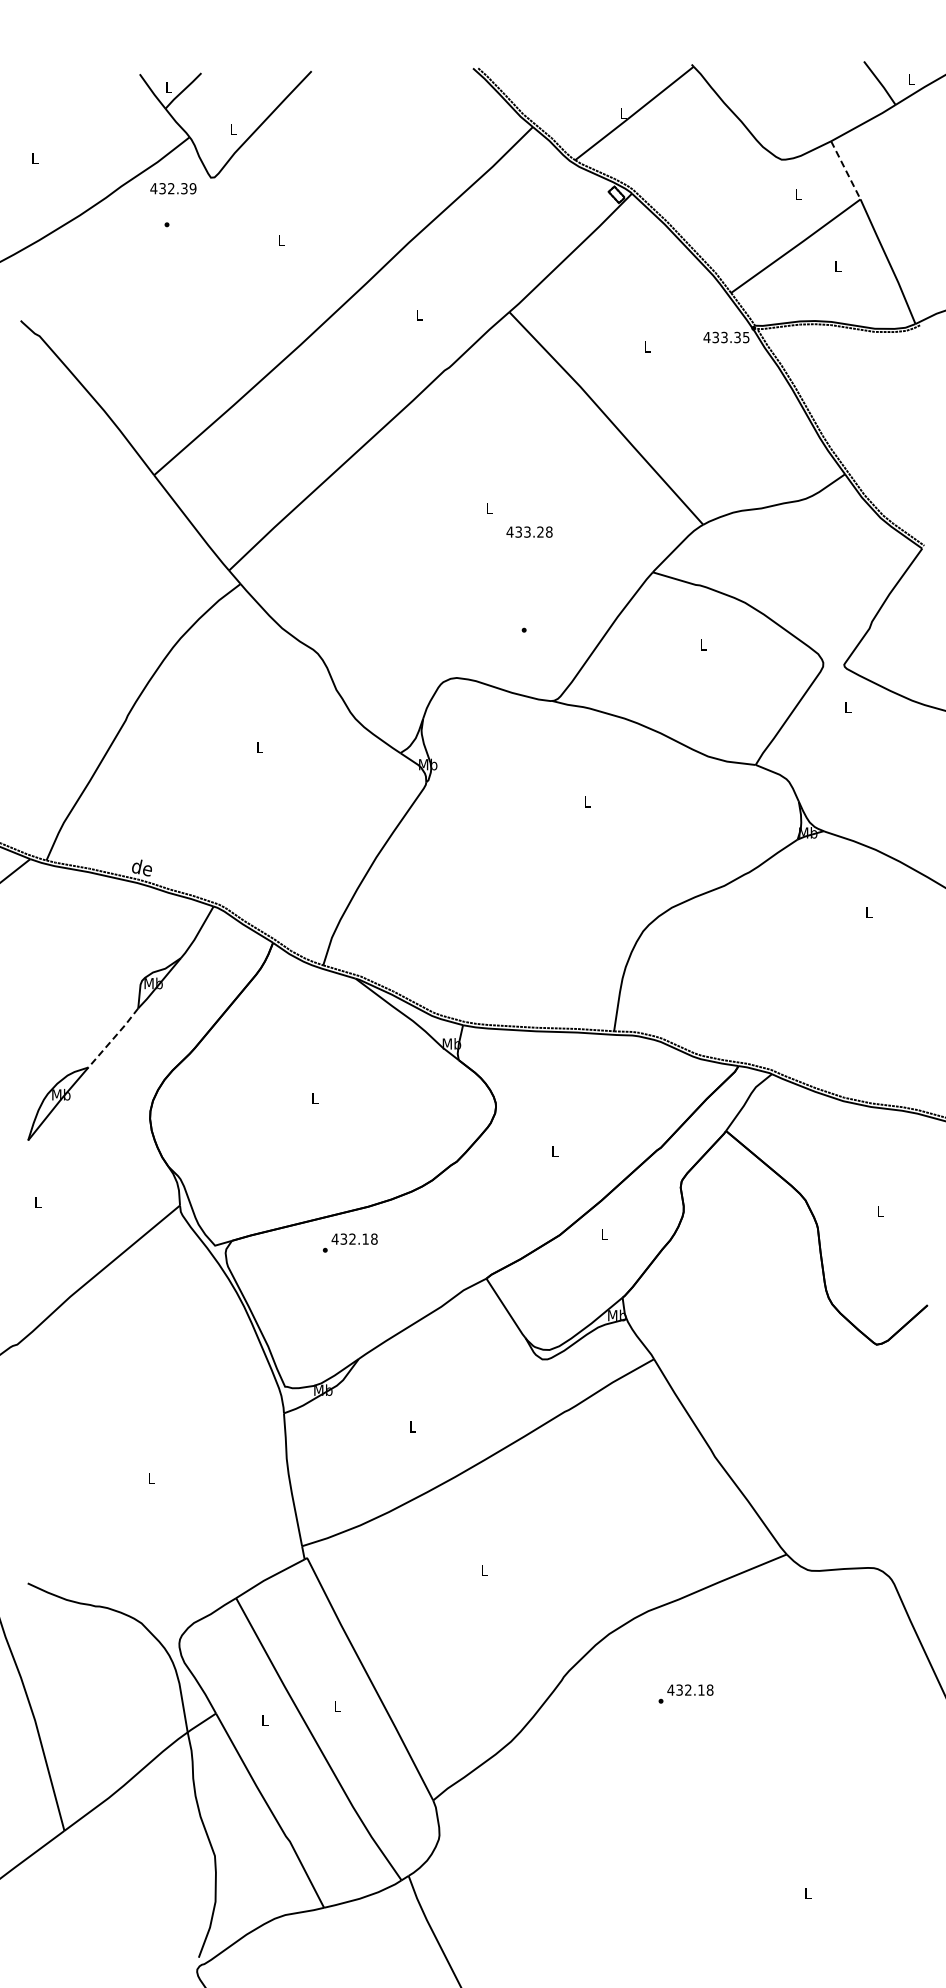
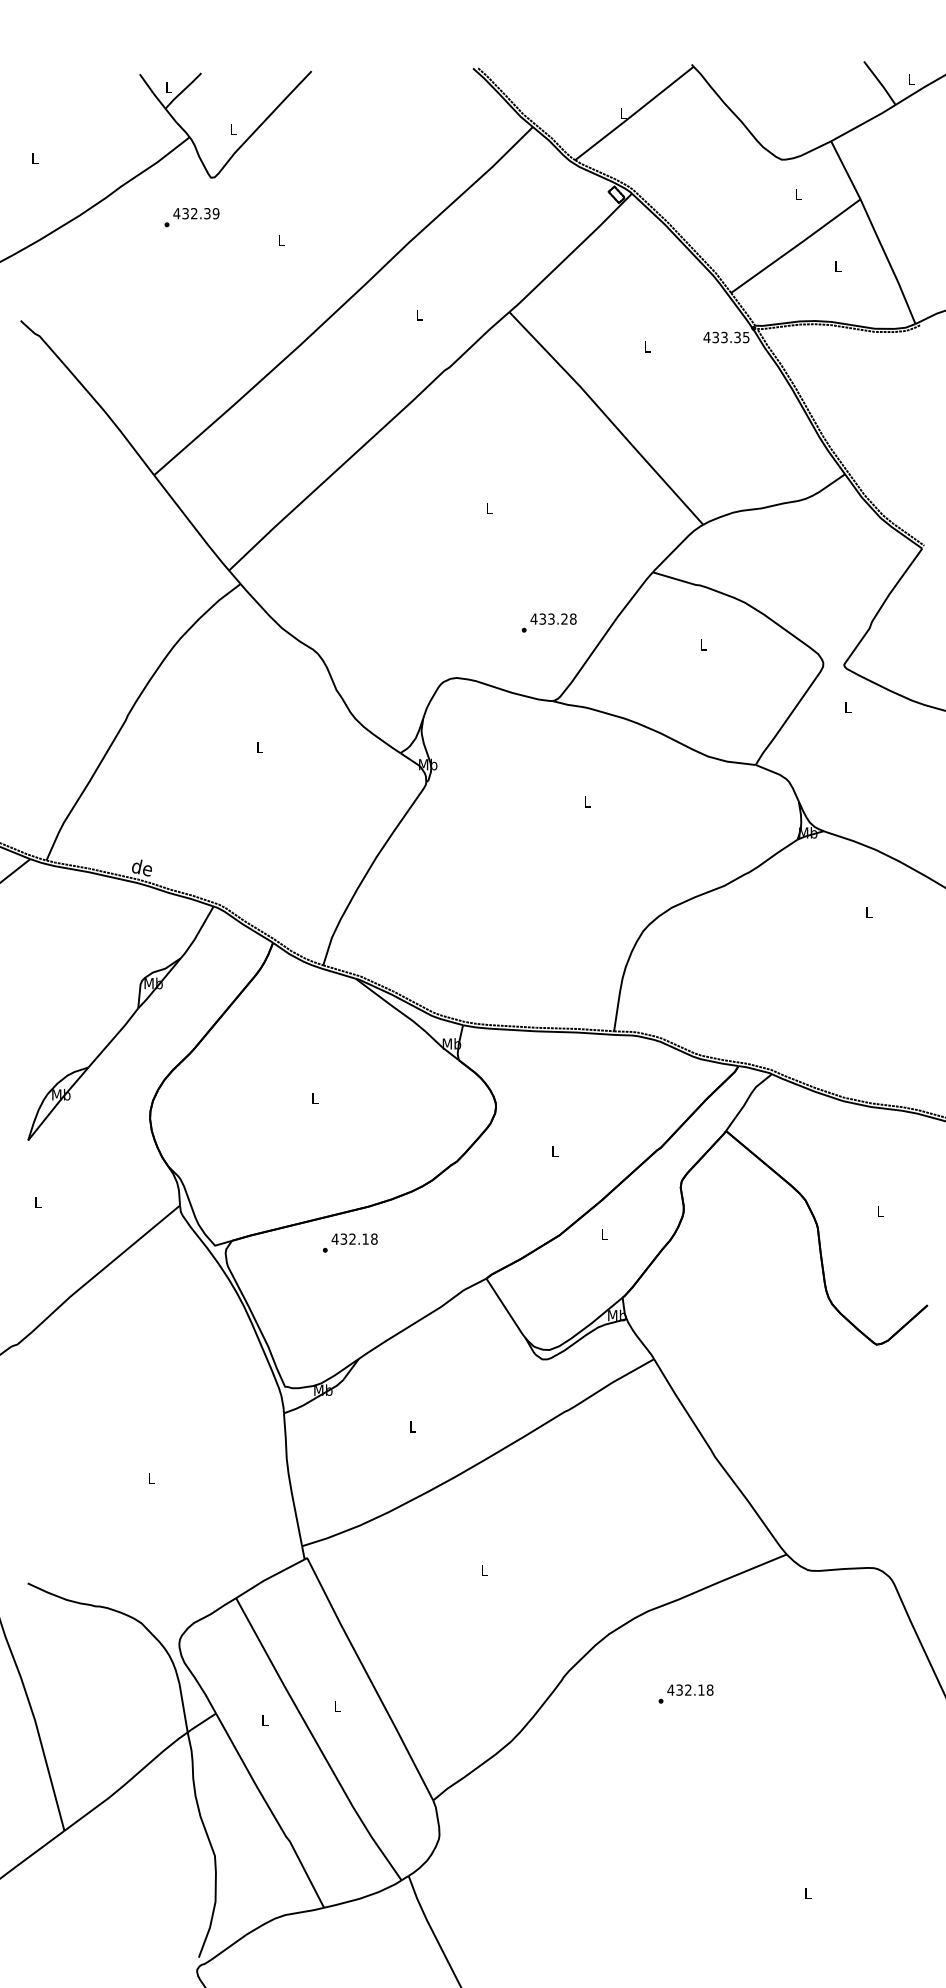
line at (845, 170): dashed -> solid
text at (173, 188) position: (173, 188) -> (196, 213)
text at (529, 531) position: (529, 531) -> (553, 618)
line at (114, 1037): dashed -> solid
